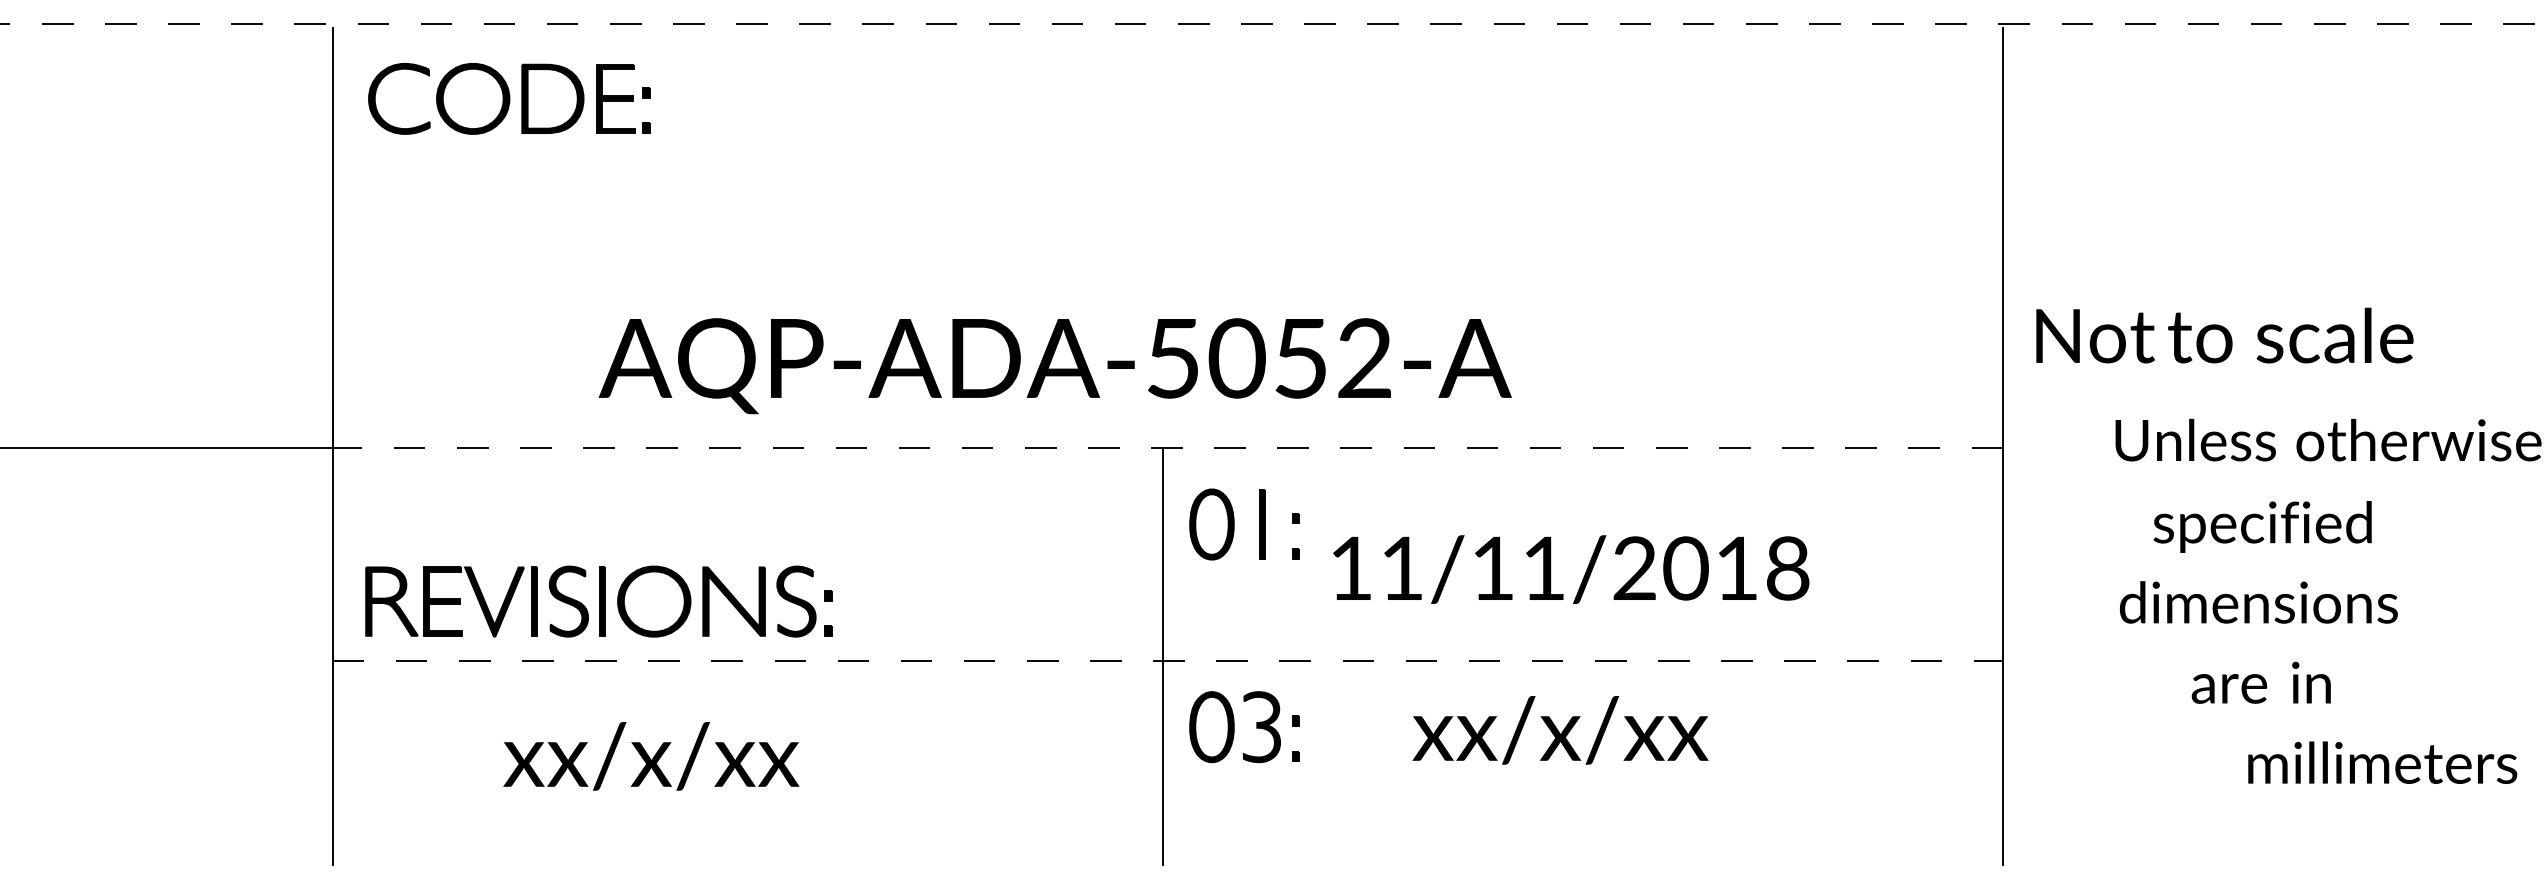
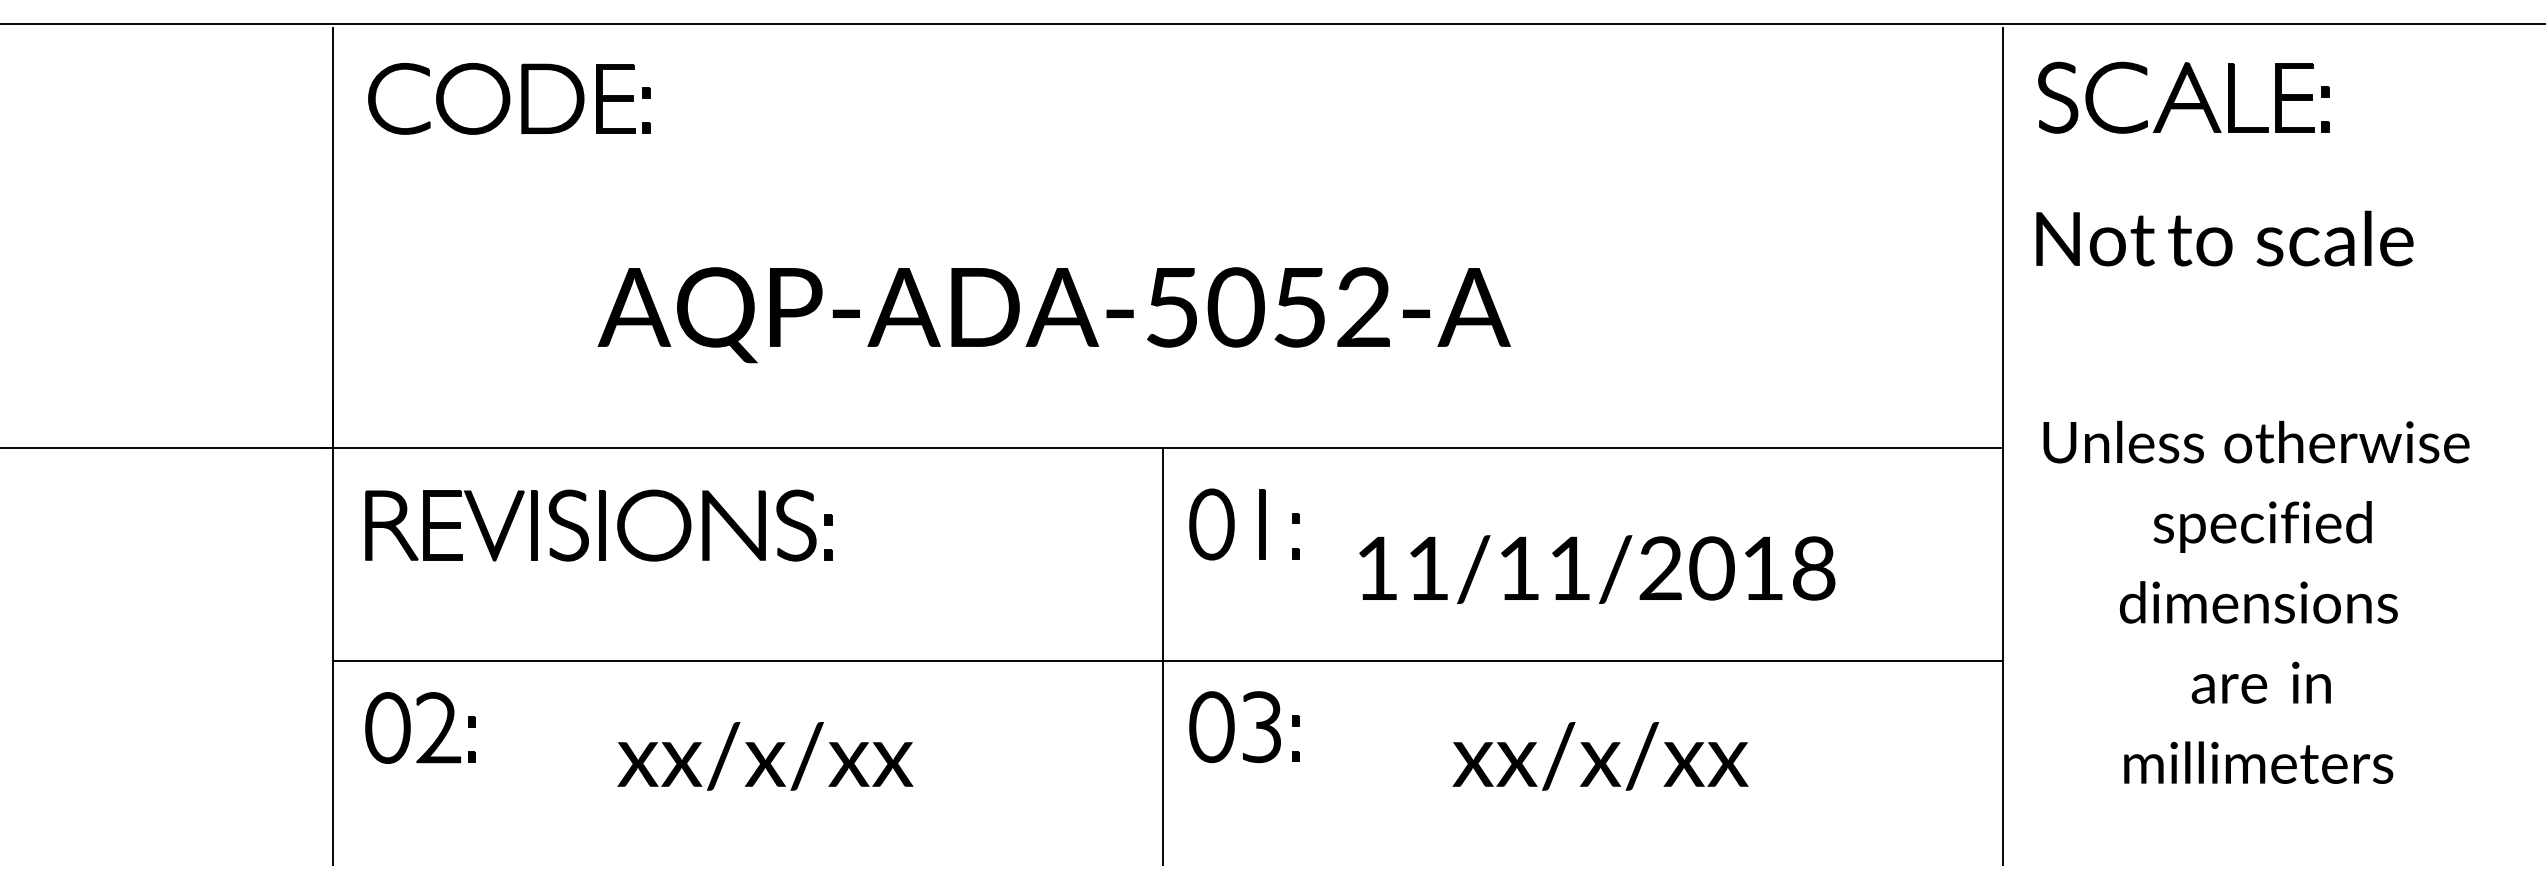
line at (1273, 24): dashed -> solid
part at (2183, 97): none -> present
text at (2224, 335) position: (2224, 335) -> (2224, 238)
text at (1054, 366) position: (1054, 366) -> (1053, 315)
text at (2328, 439) position: (2328, 439) -> (2256, 441)
line at (1162, 447): dashed -> solid
text at (1571, 569) position: (1571, 569) -> (1597, 569)
part at (598, 601) position: (598, 601) -> (598, 525)
line at (1168, 661): dashed -> solid
part at (410, 727): none -> present
text at (1560, 730) position: (1560, 730) -> (1600, 756)
text at (651, 756) position: (651, 756) -> (765, 756)
text at (2382, 762) position: (2382, 762) -> (2258, 762)
